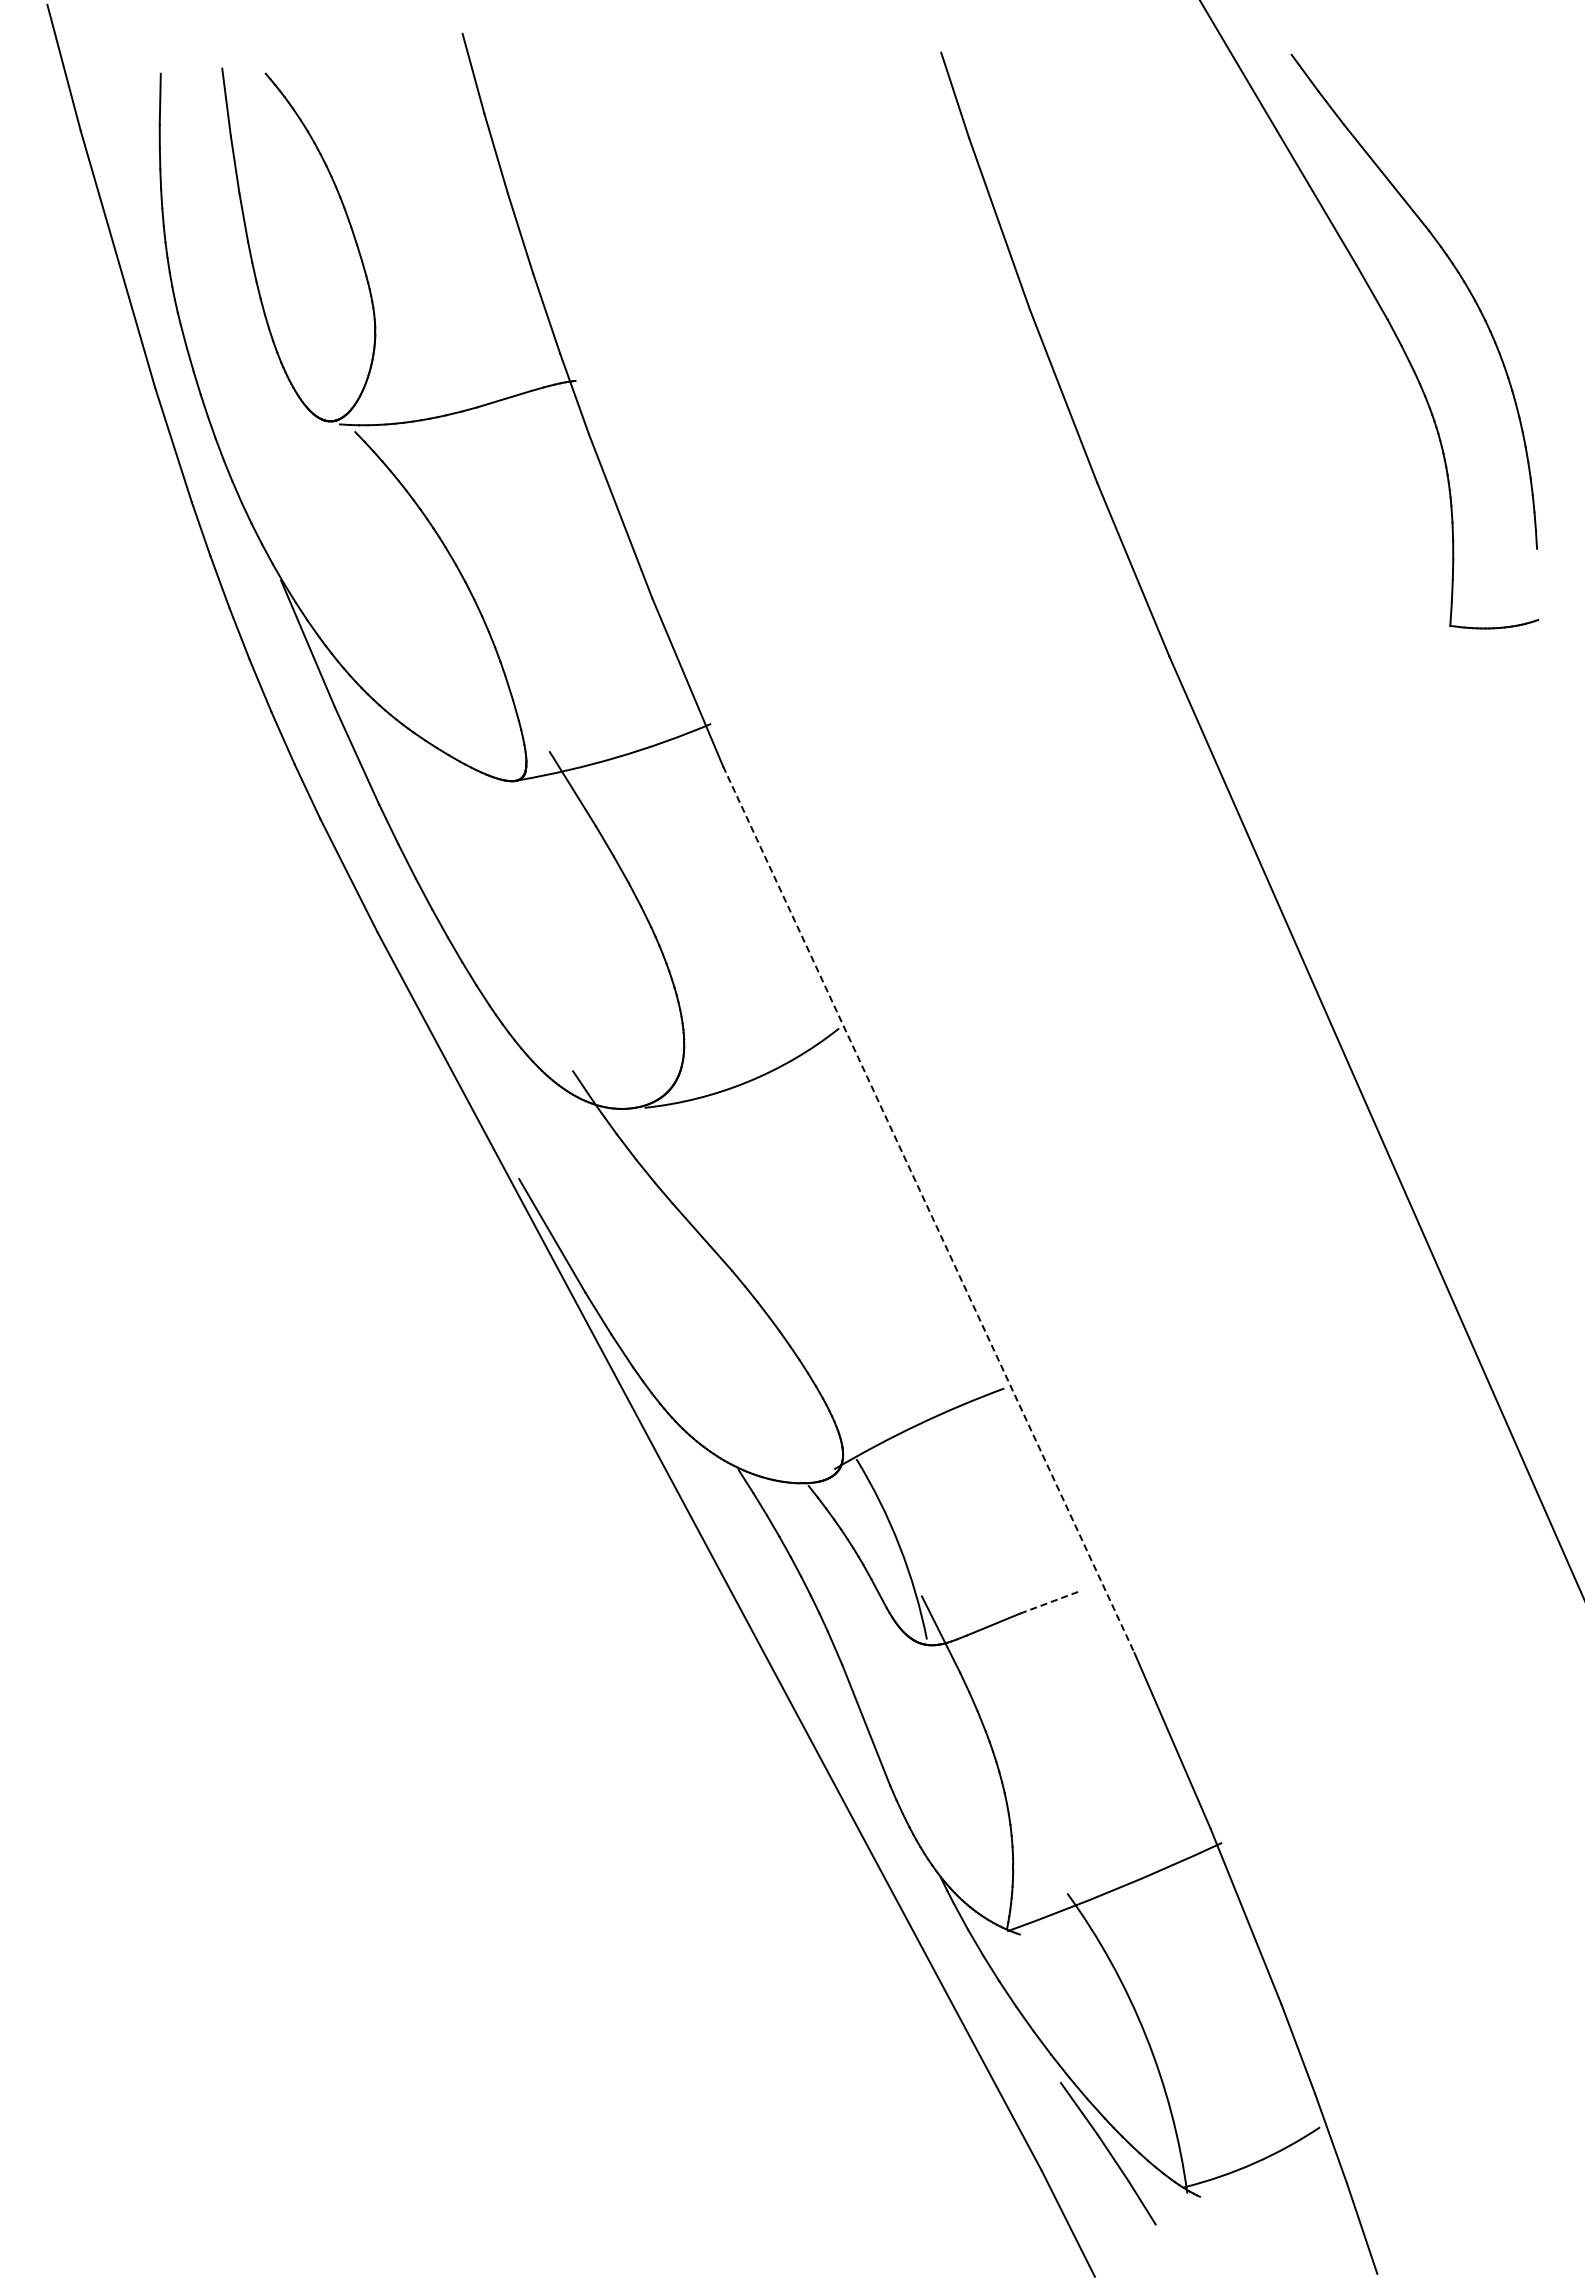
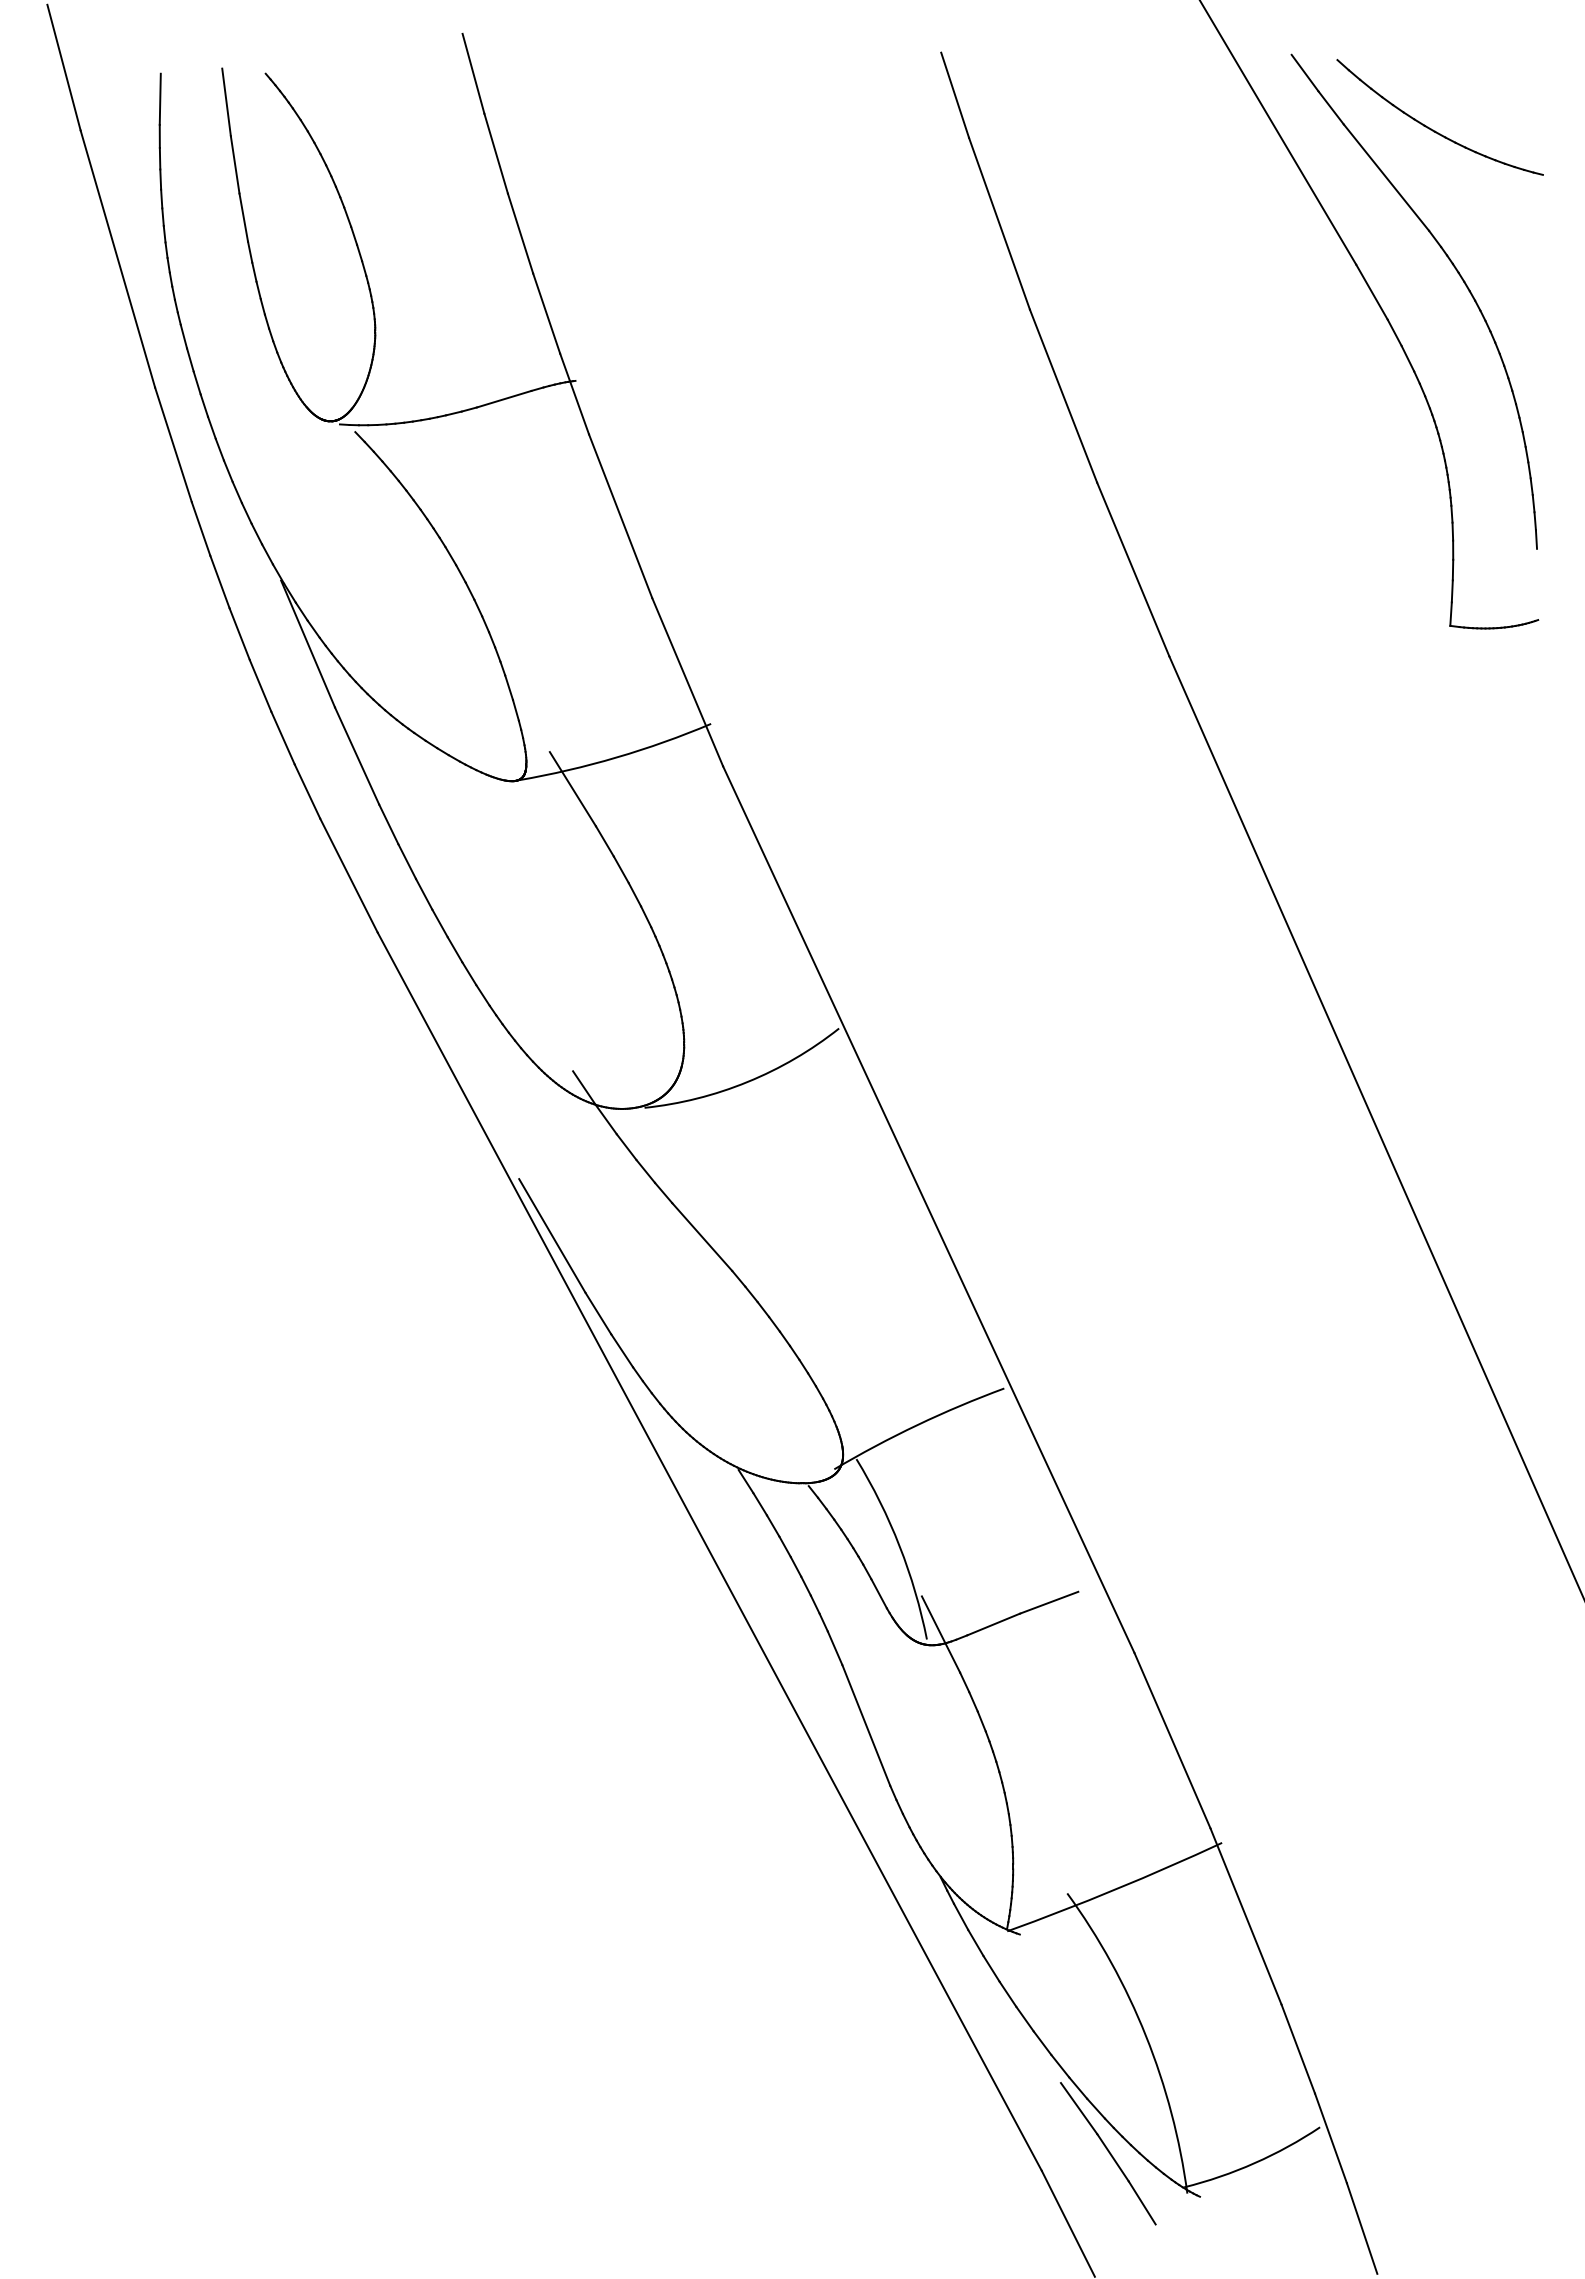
part at (1433, 129): none -> present
line at (928, 1209): dashed -> solid
line at (1049, 1602): dashed -> solid
